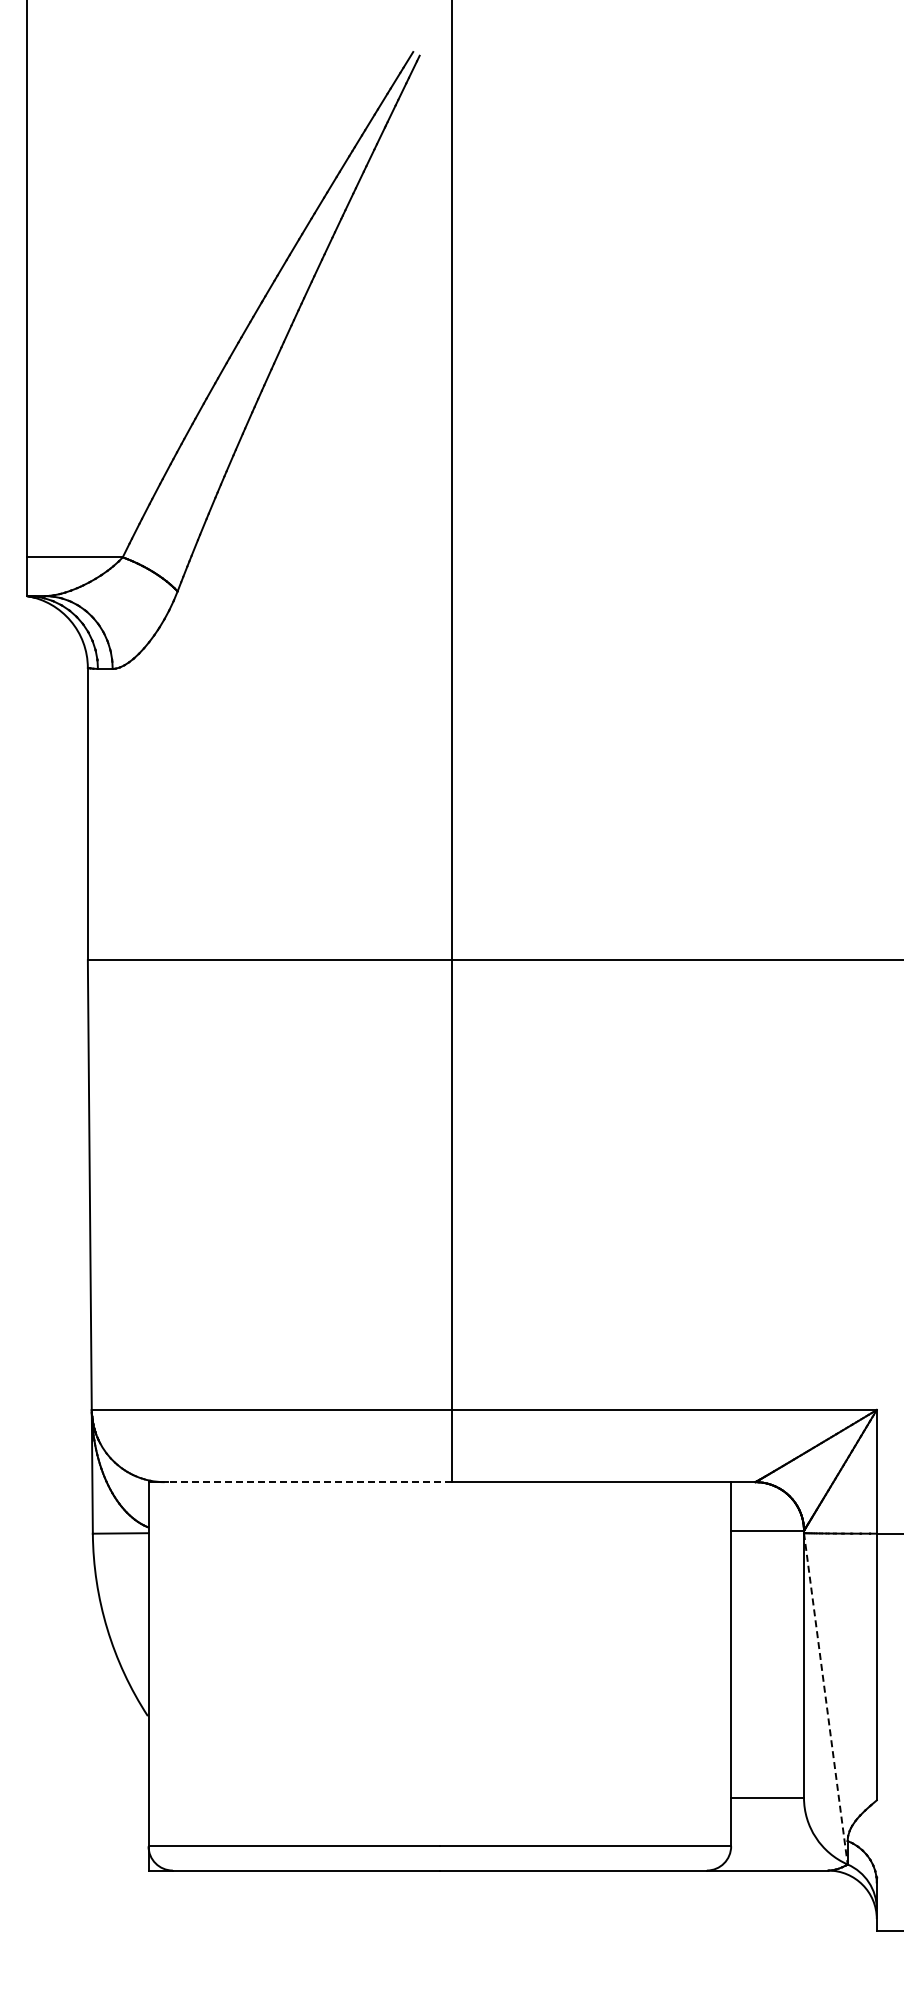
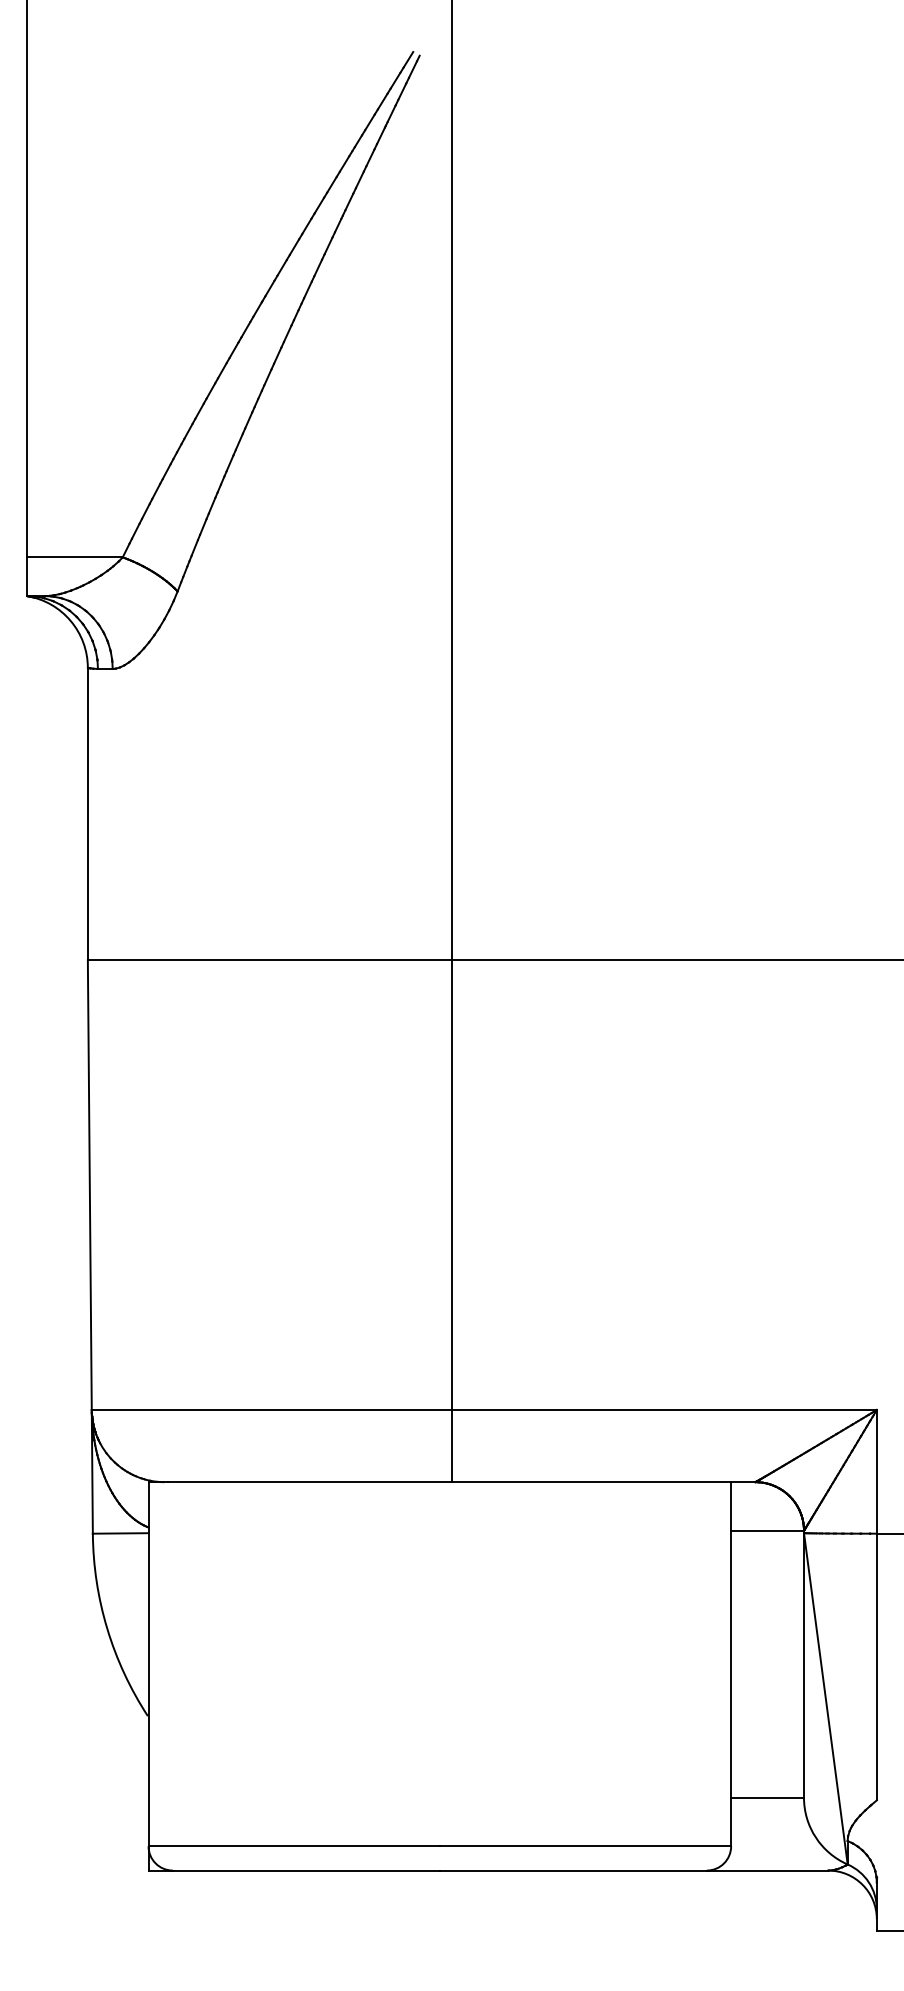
line at (309, 1482): dashed -> solid
line at (825, 1699): dashed -> solid
